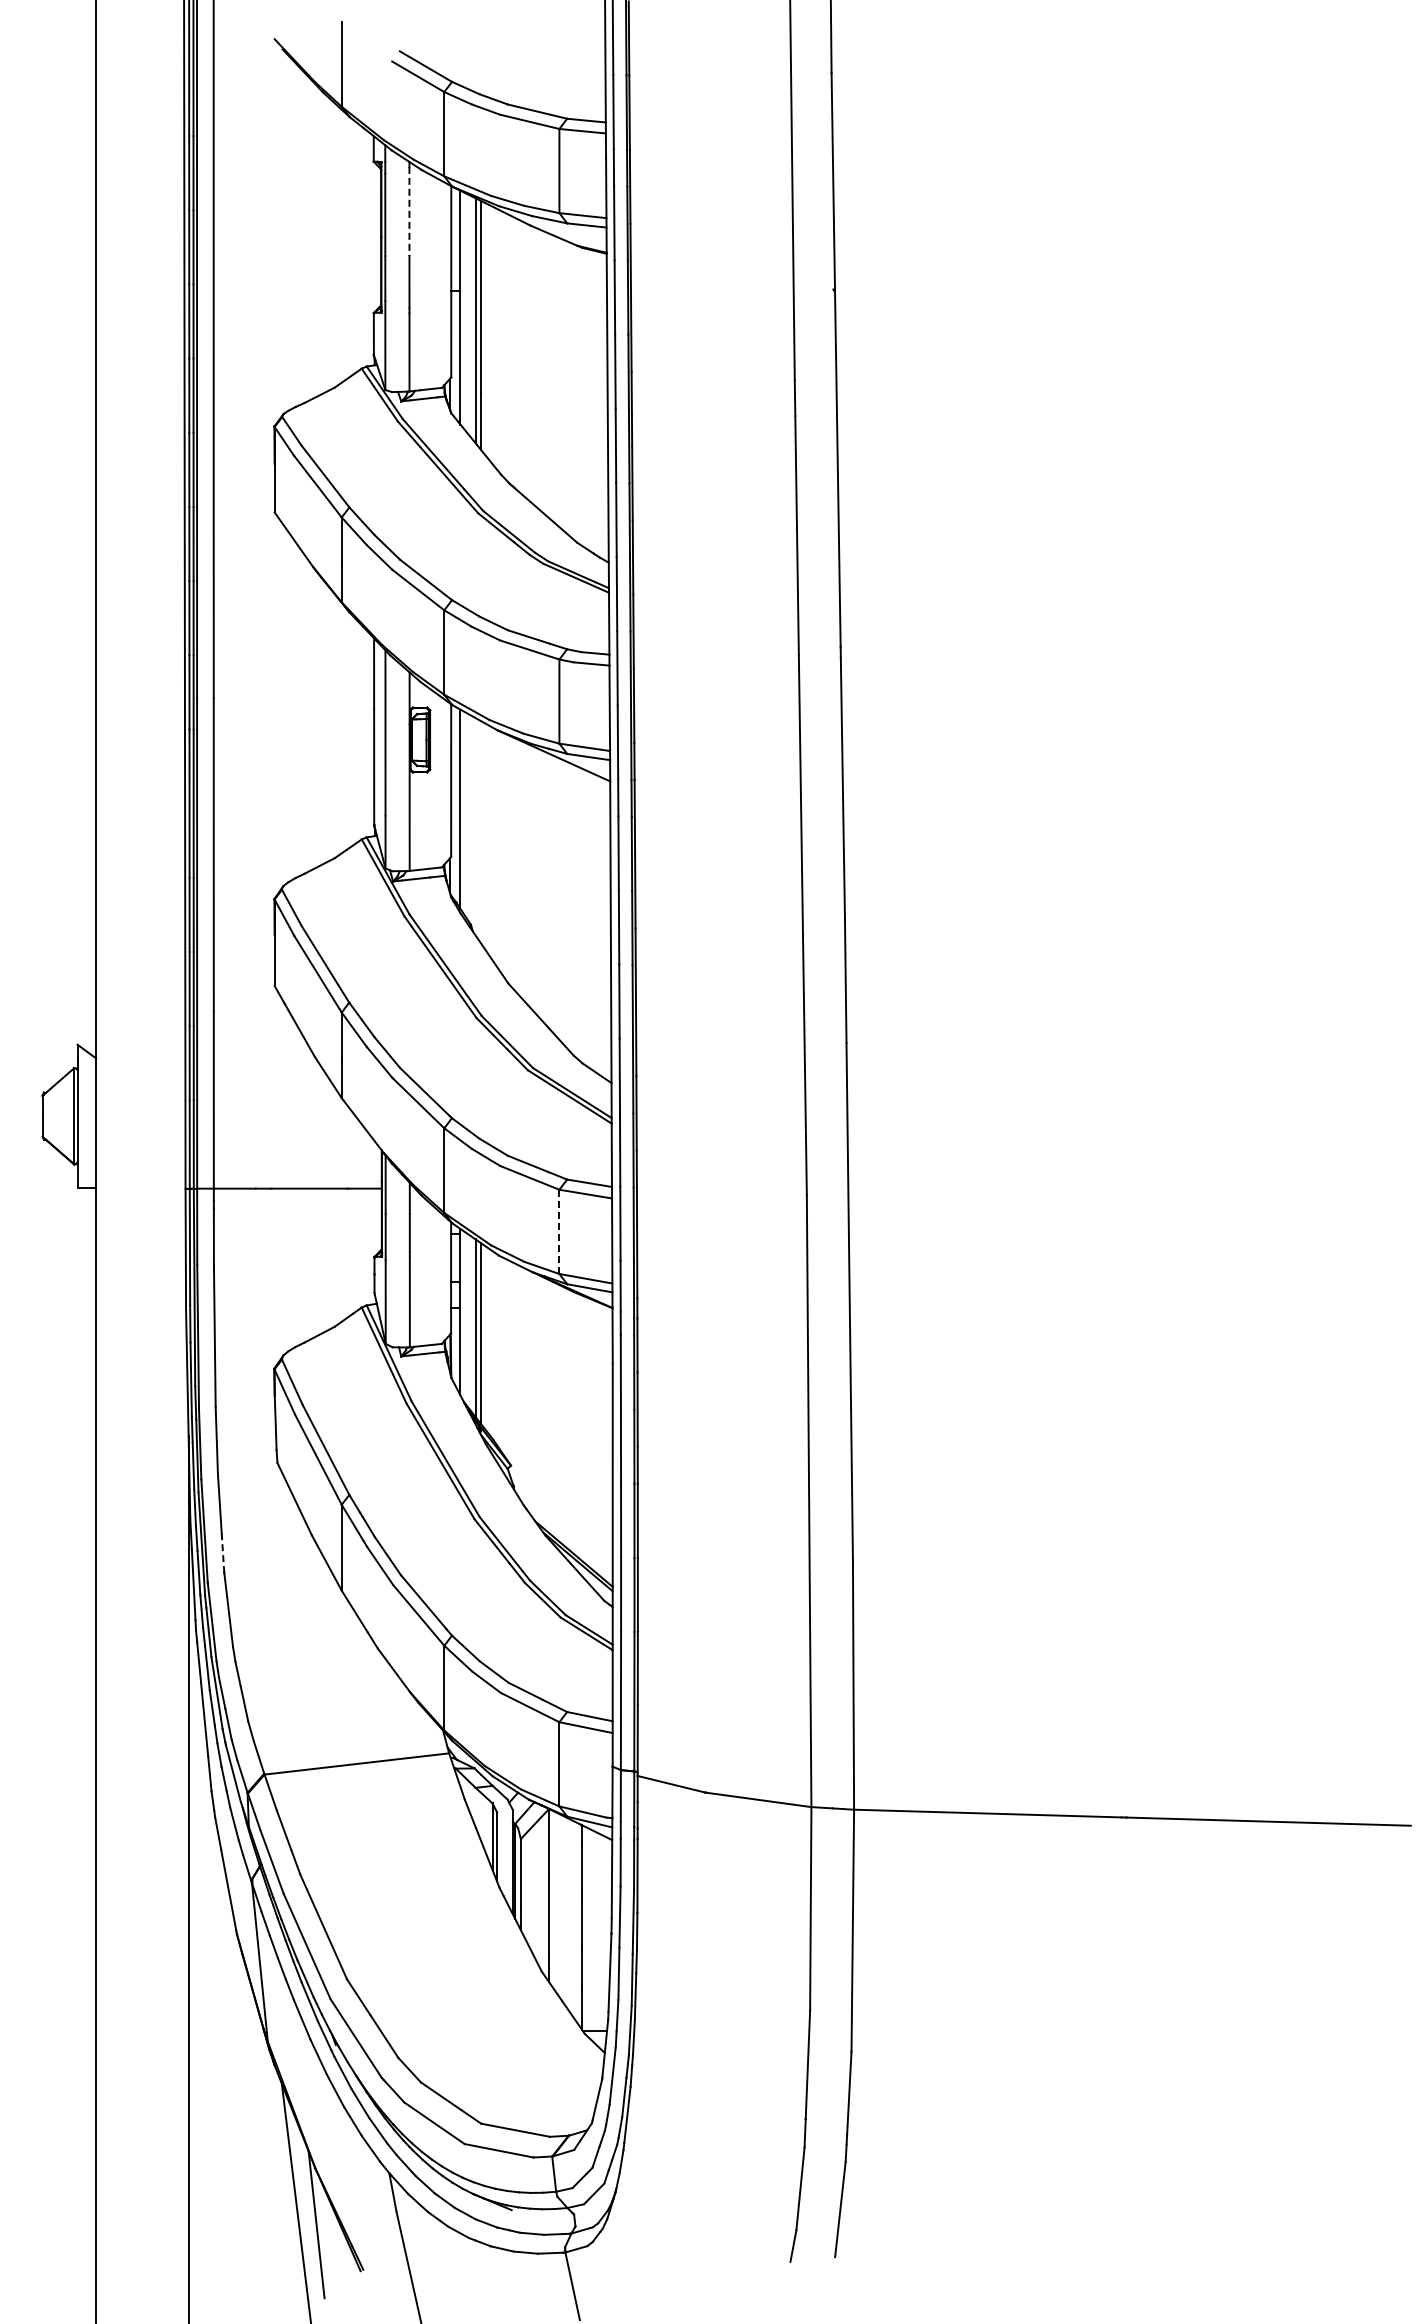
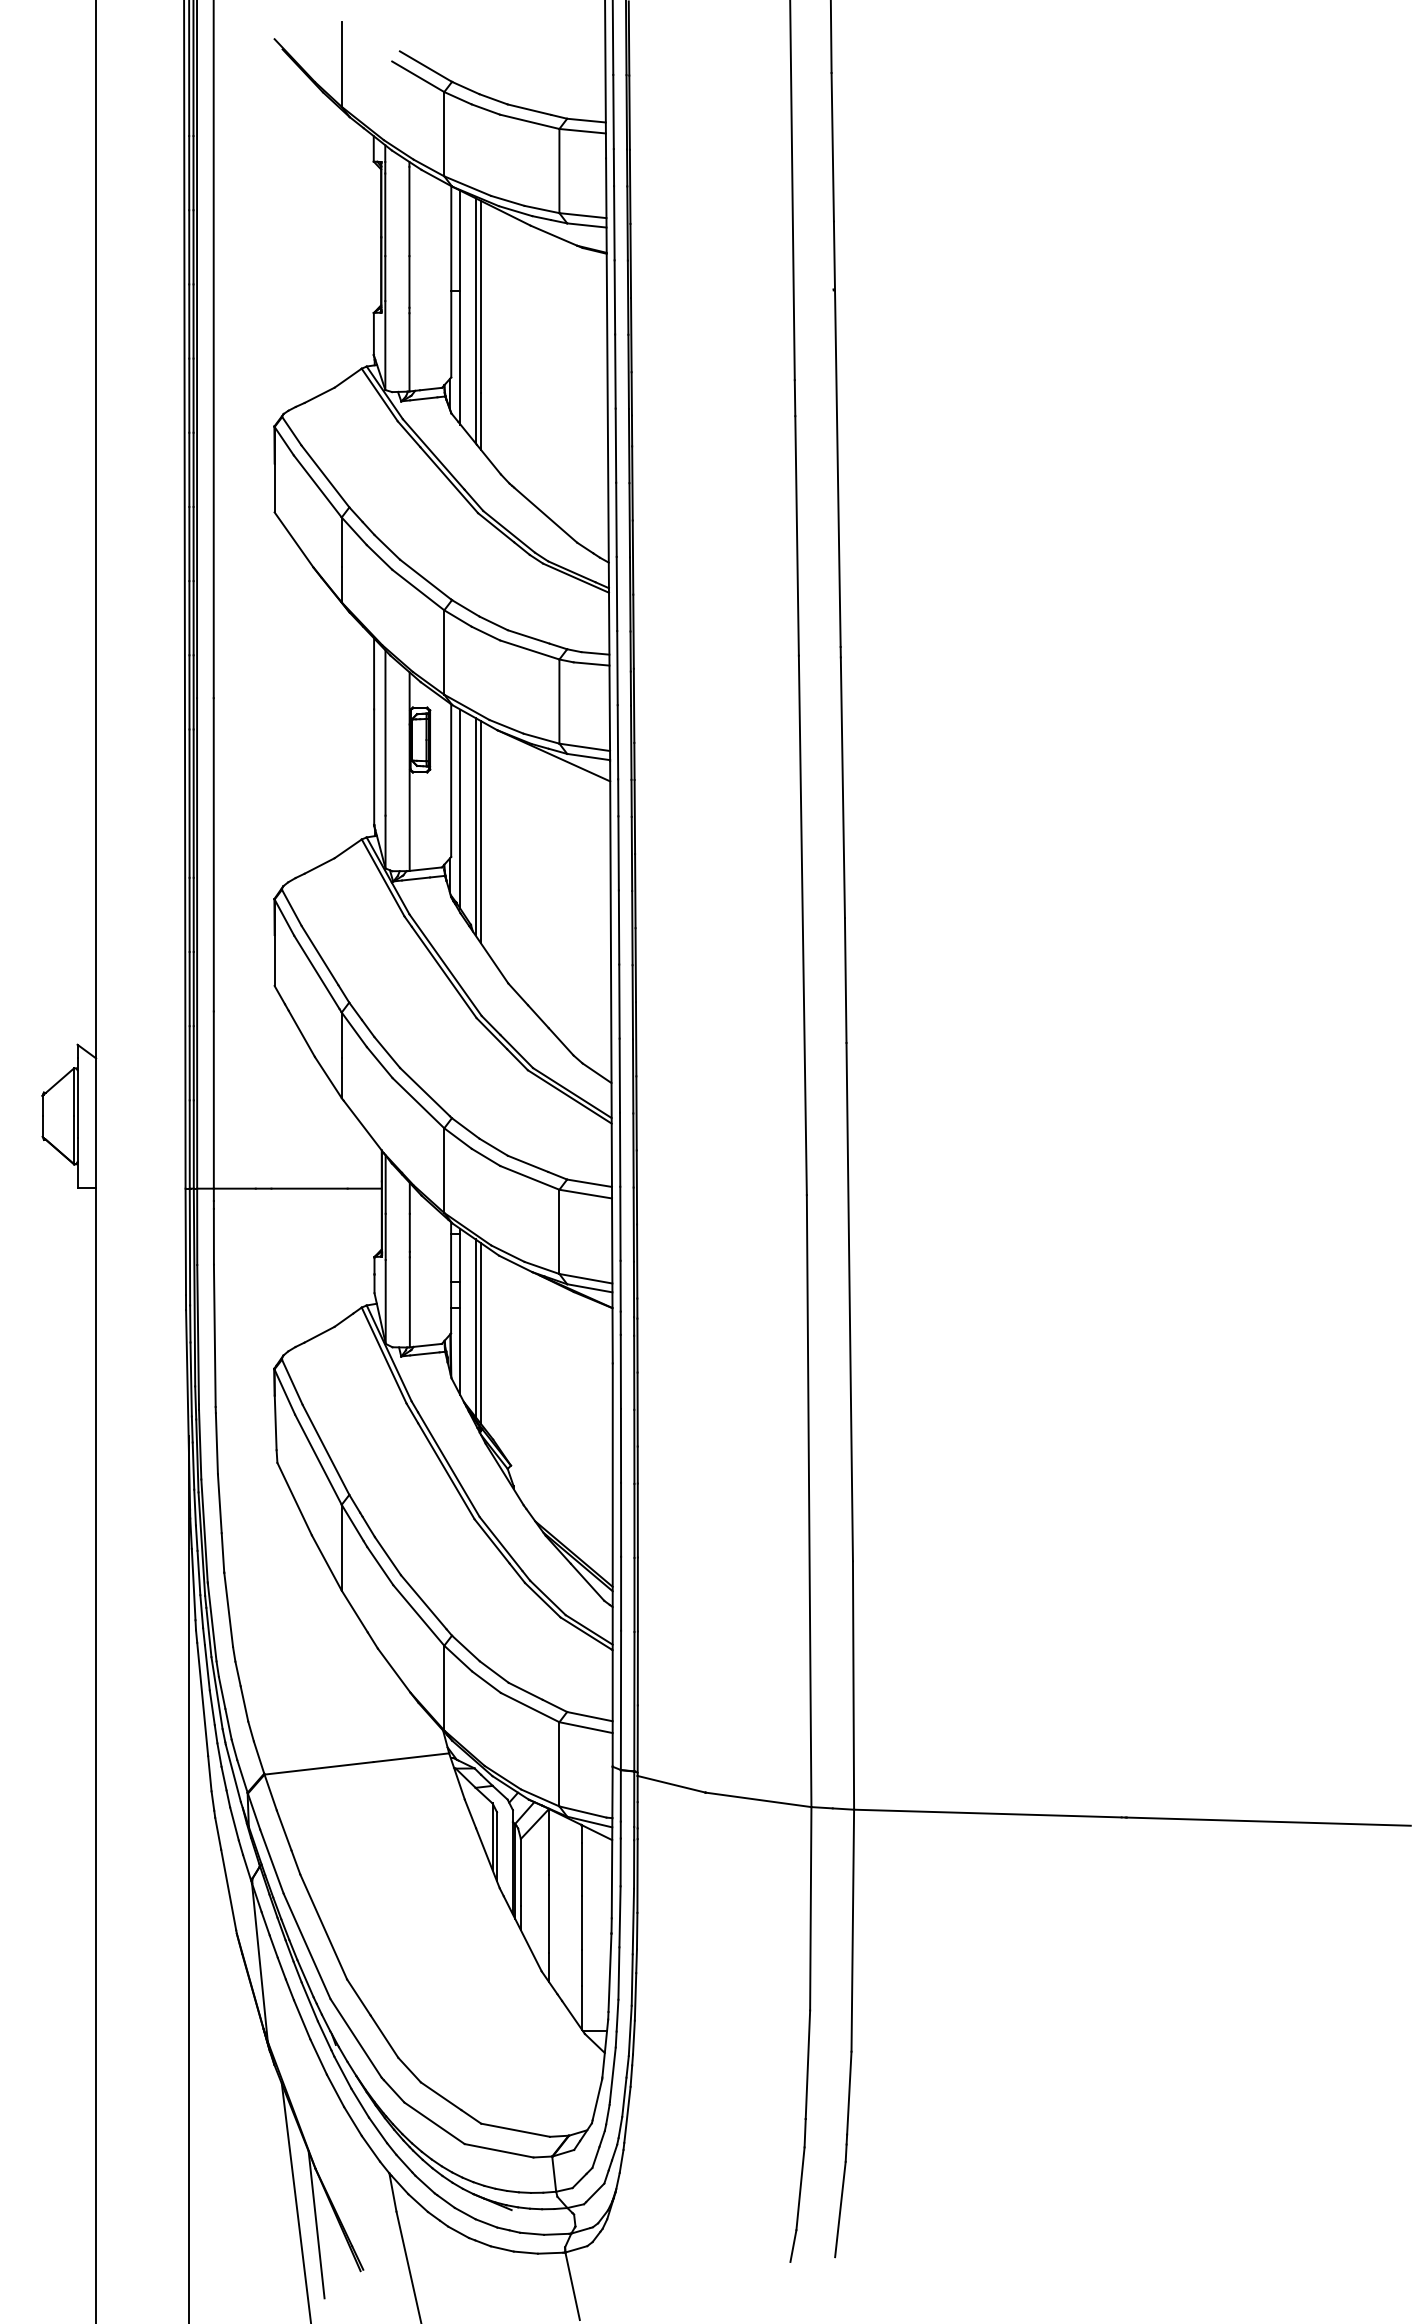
line at (409, 211): dashed -> solid
line at (475, 826): none -> present
line at (480, 831): none -> present
line at (559, 1232): dashed -> solid
line at (222, 1552): dashed -> solid
